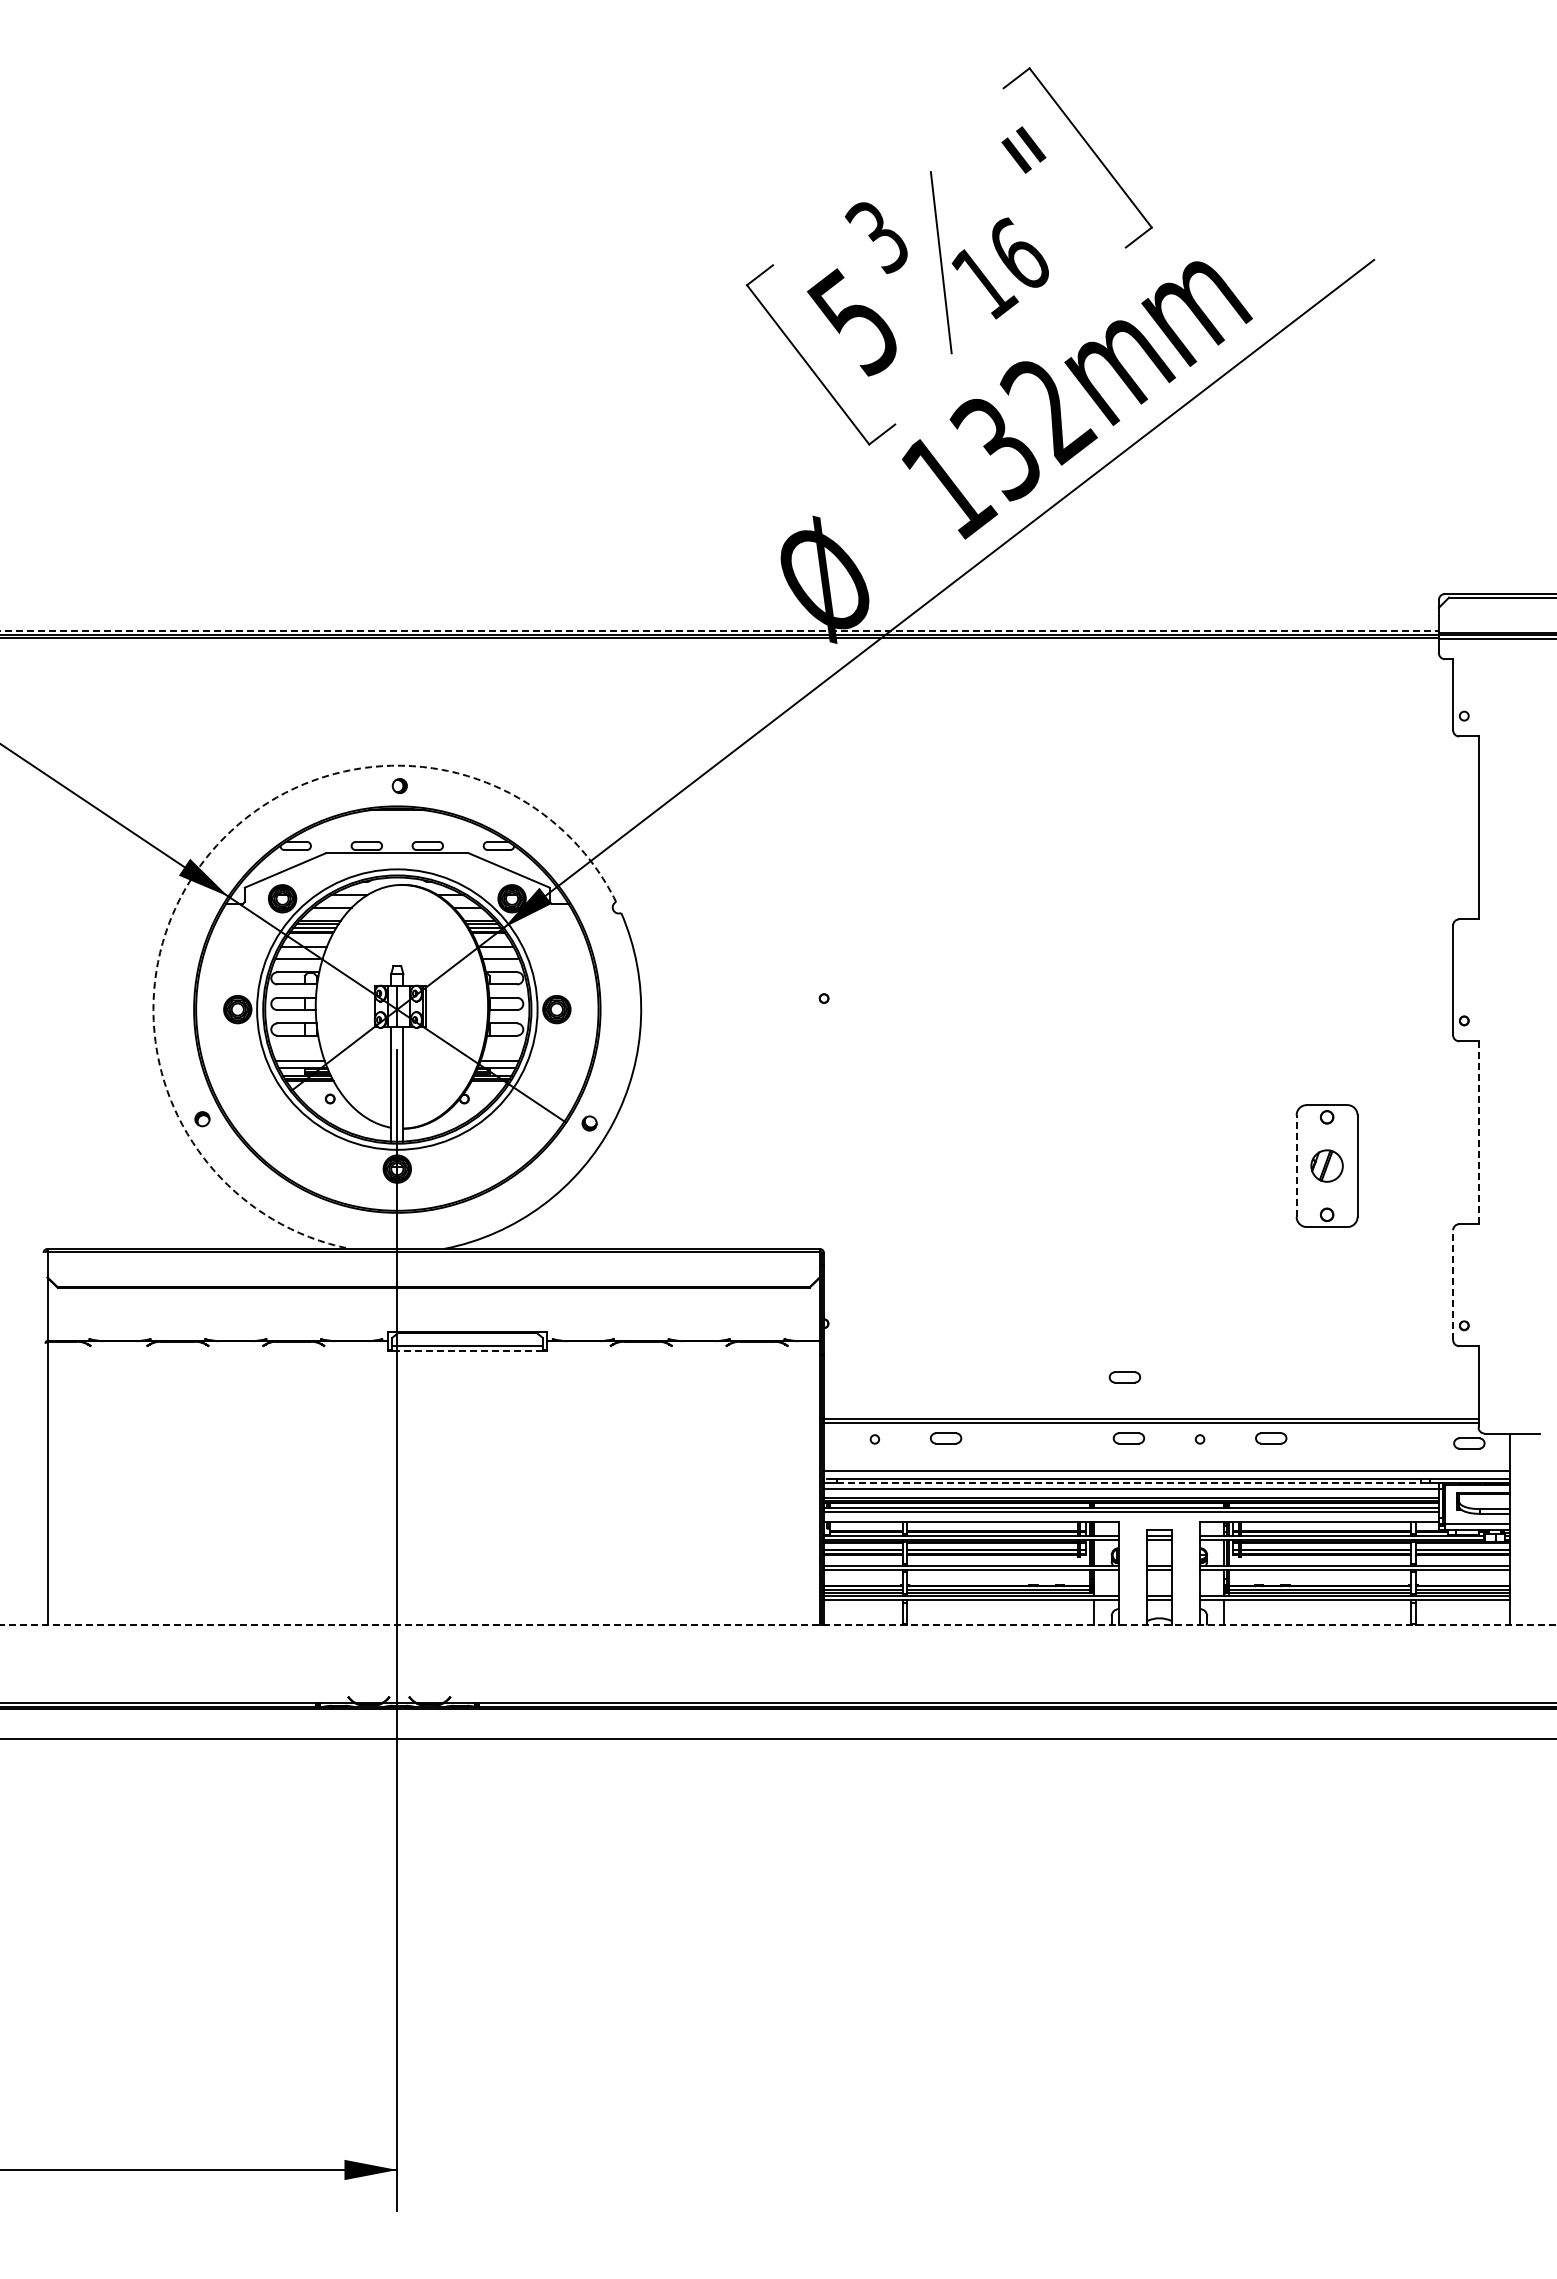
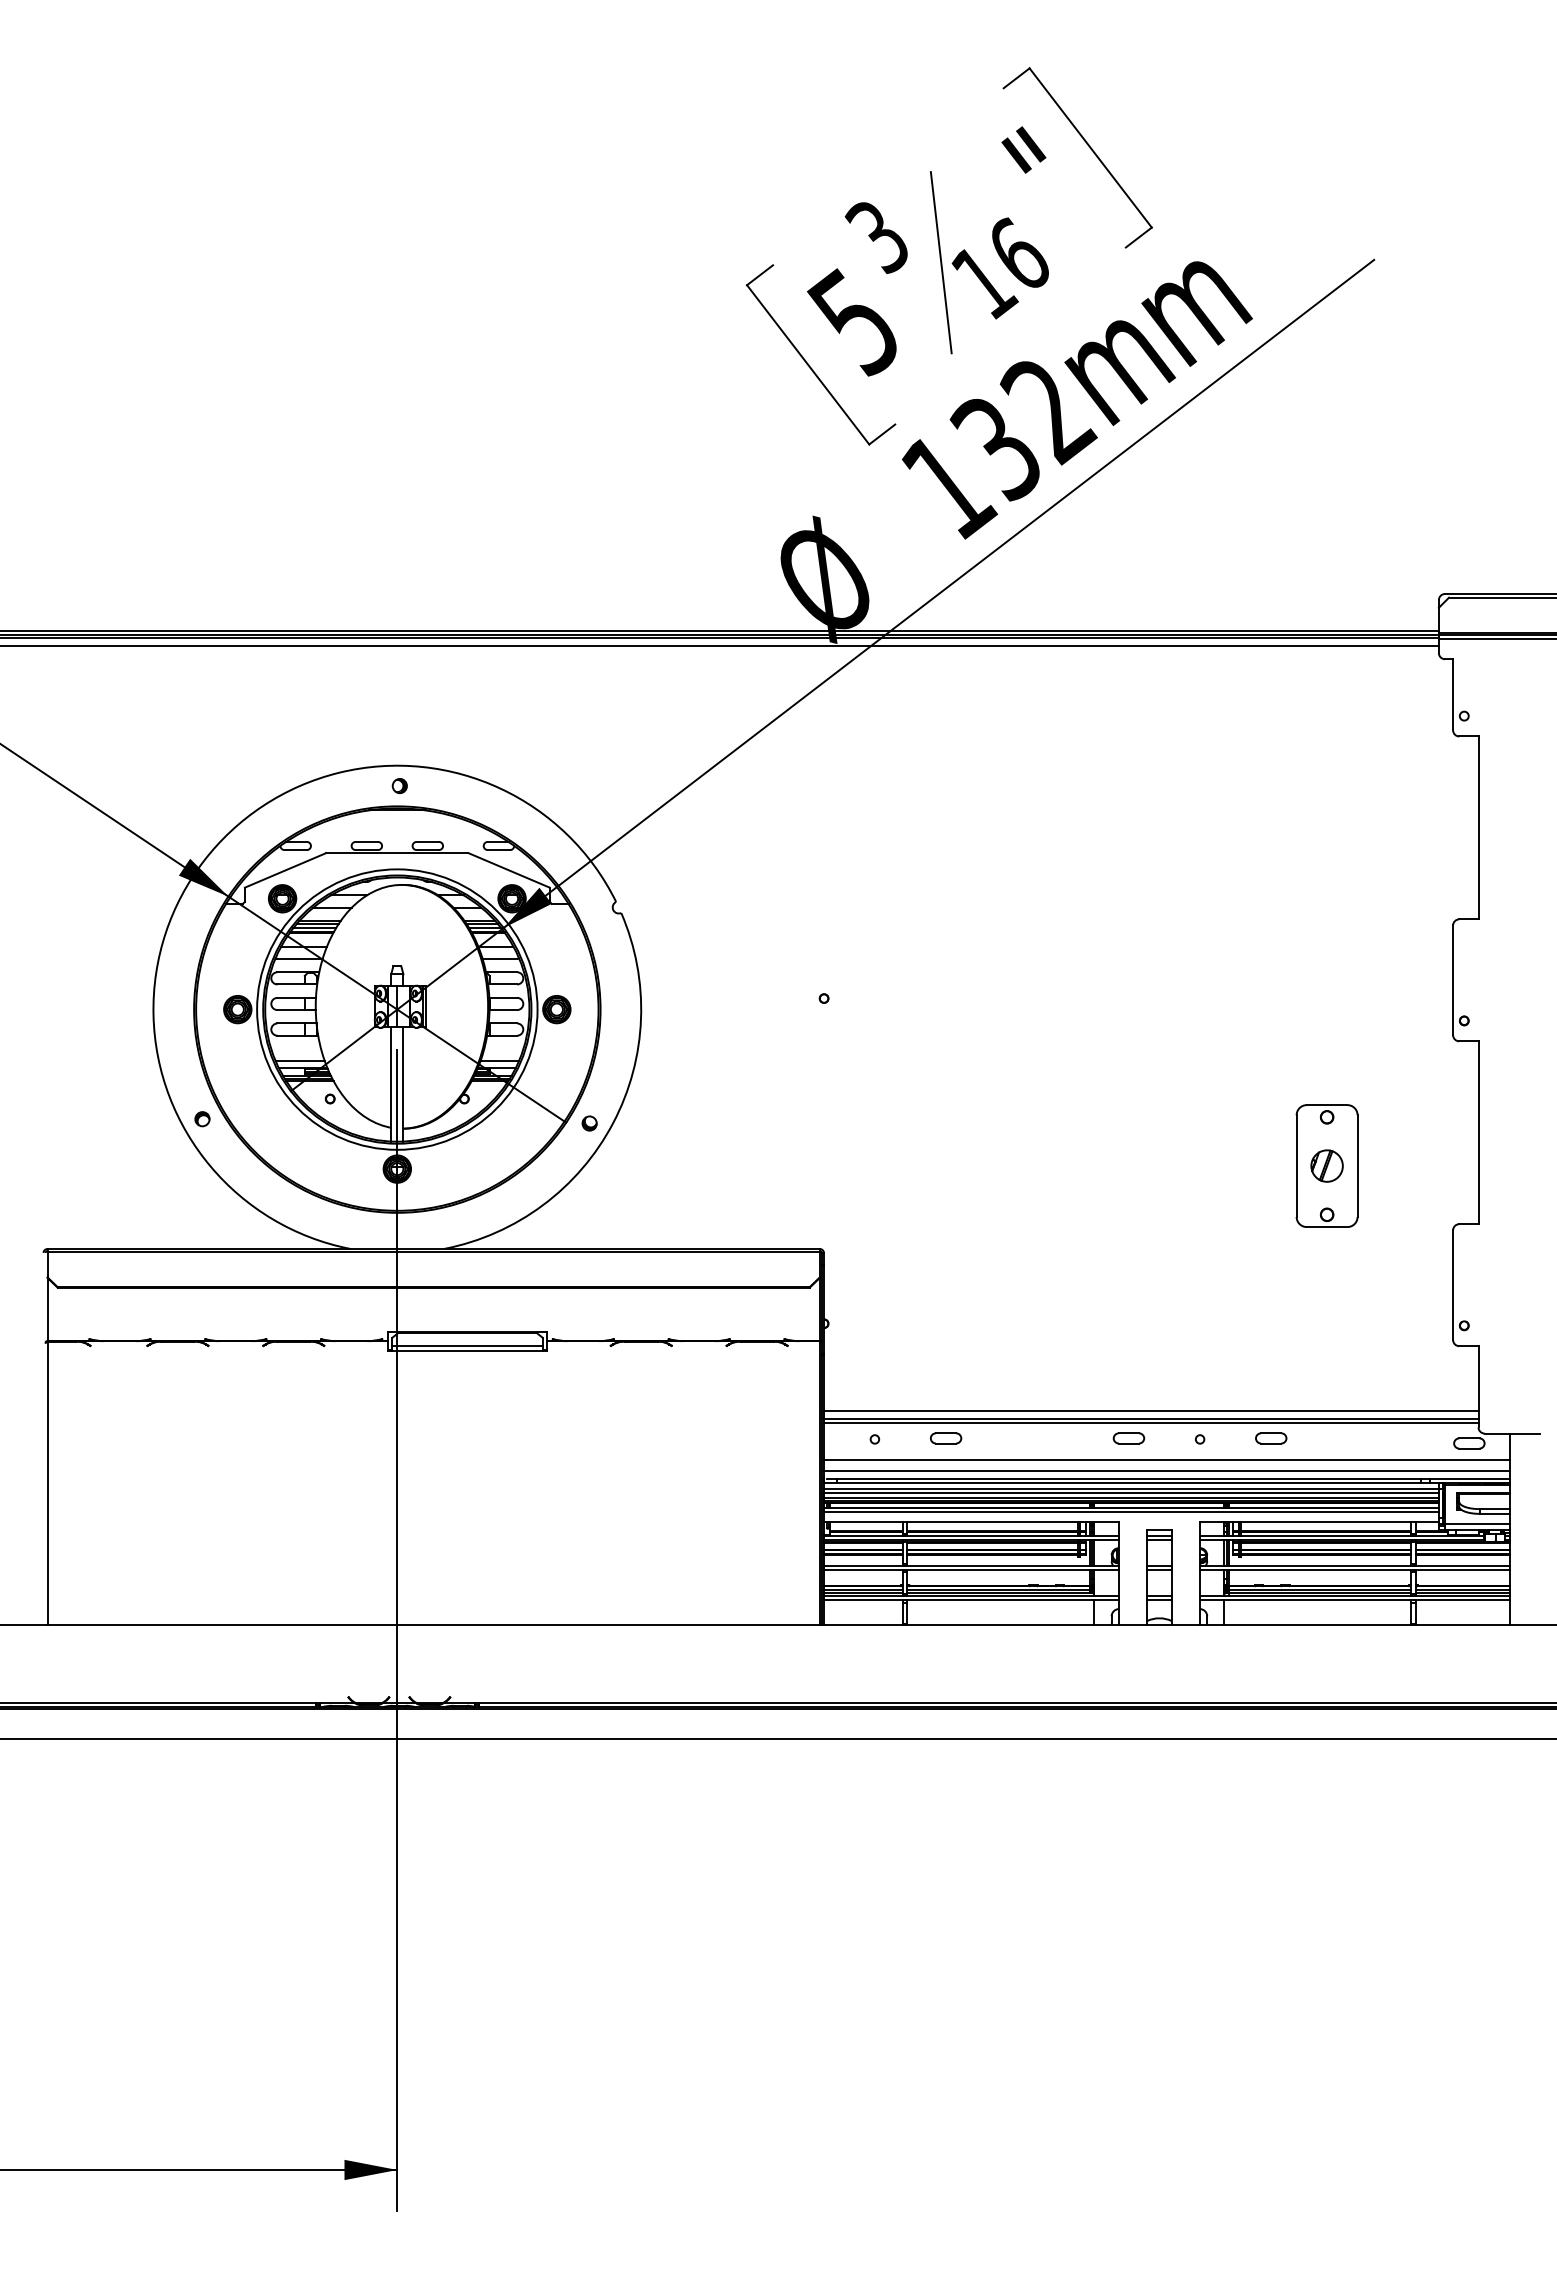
line at (720, 630): dashed -> solid
line at (720, 645): none -> present
arc at (203, 861): dashed -> solid
line at (1478, 1133): dashed -> solid
line at (1296, 1166): dashed -> solid
line at (1453, 1285): dashed -> solid
line at (467, 1351): dashed -> solid
part at (1124, 1377): present -> none
line at (1150, 1410): none -> present
line at (1166, 1459): none -> present
line at (1129, 1483): dashed -> solid
line at (1130, 1493): none -> present
line at (778, 1625): dashed -> solid
